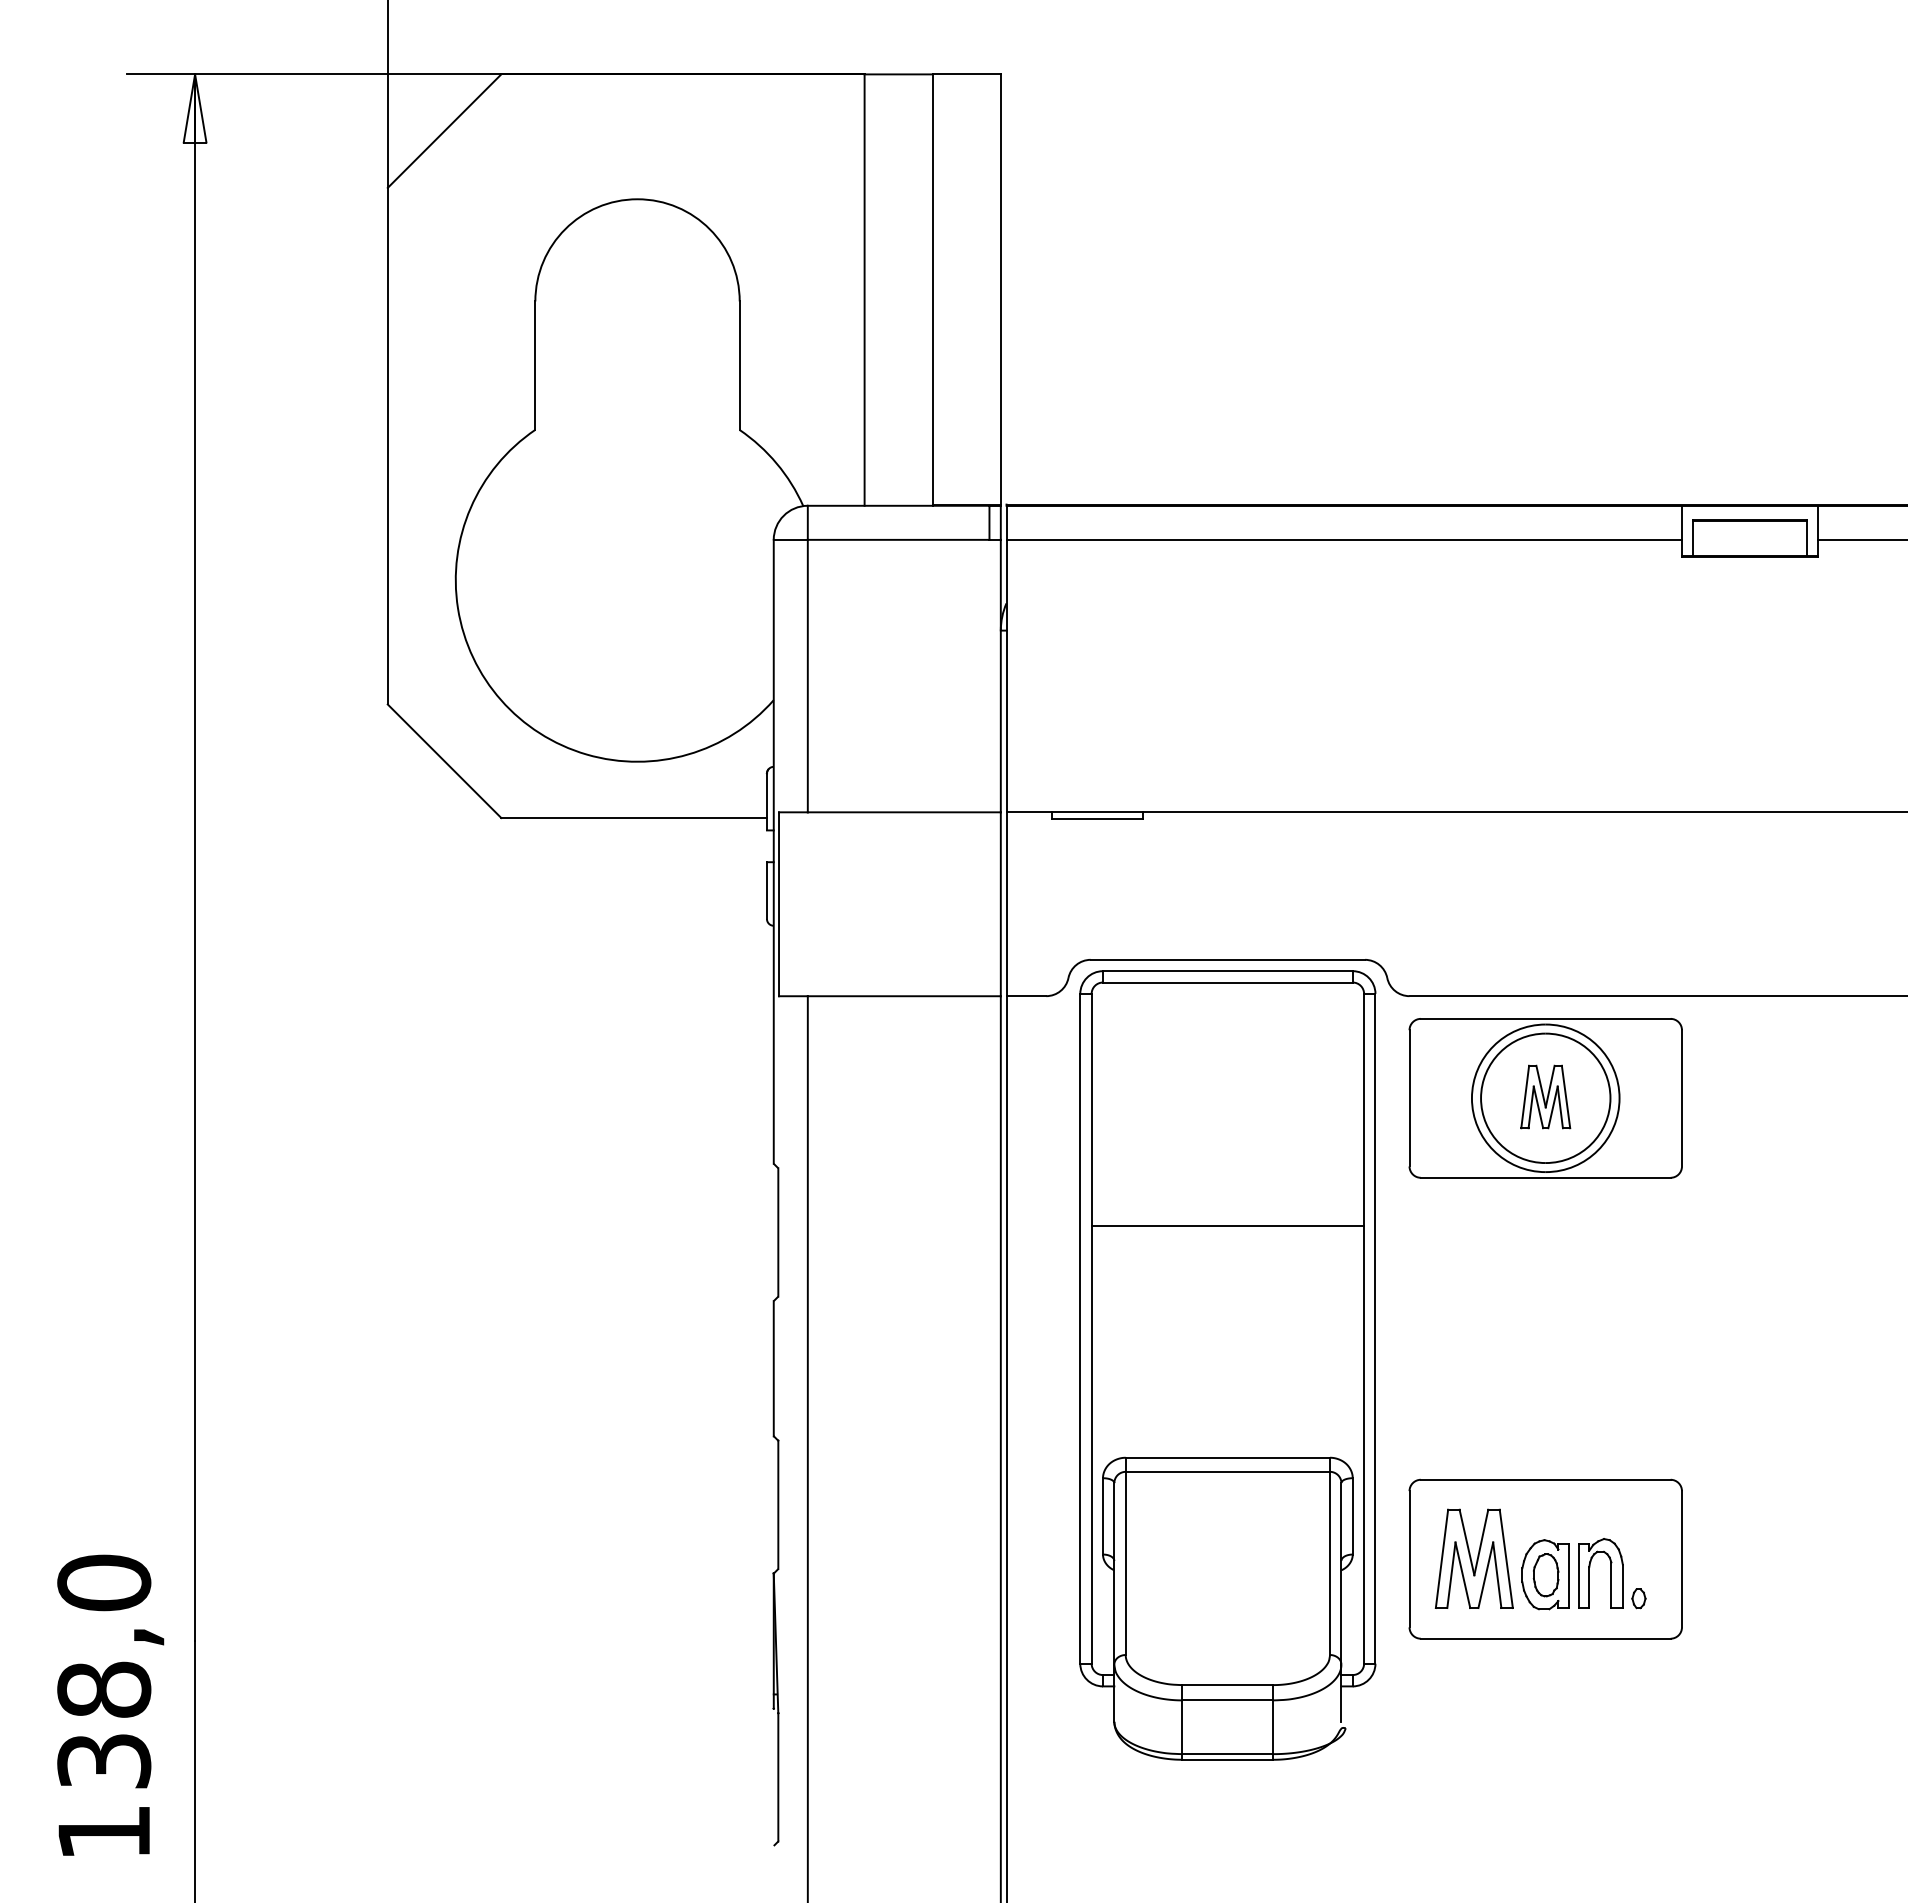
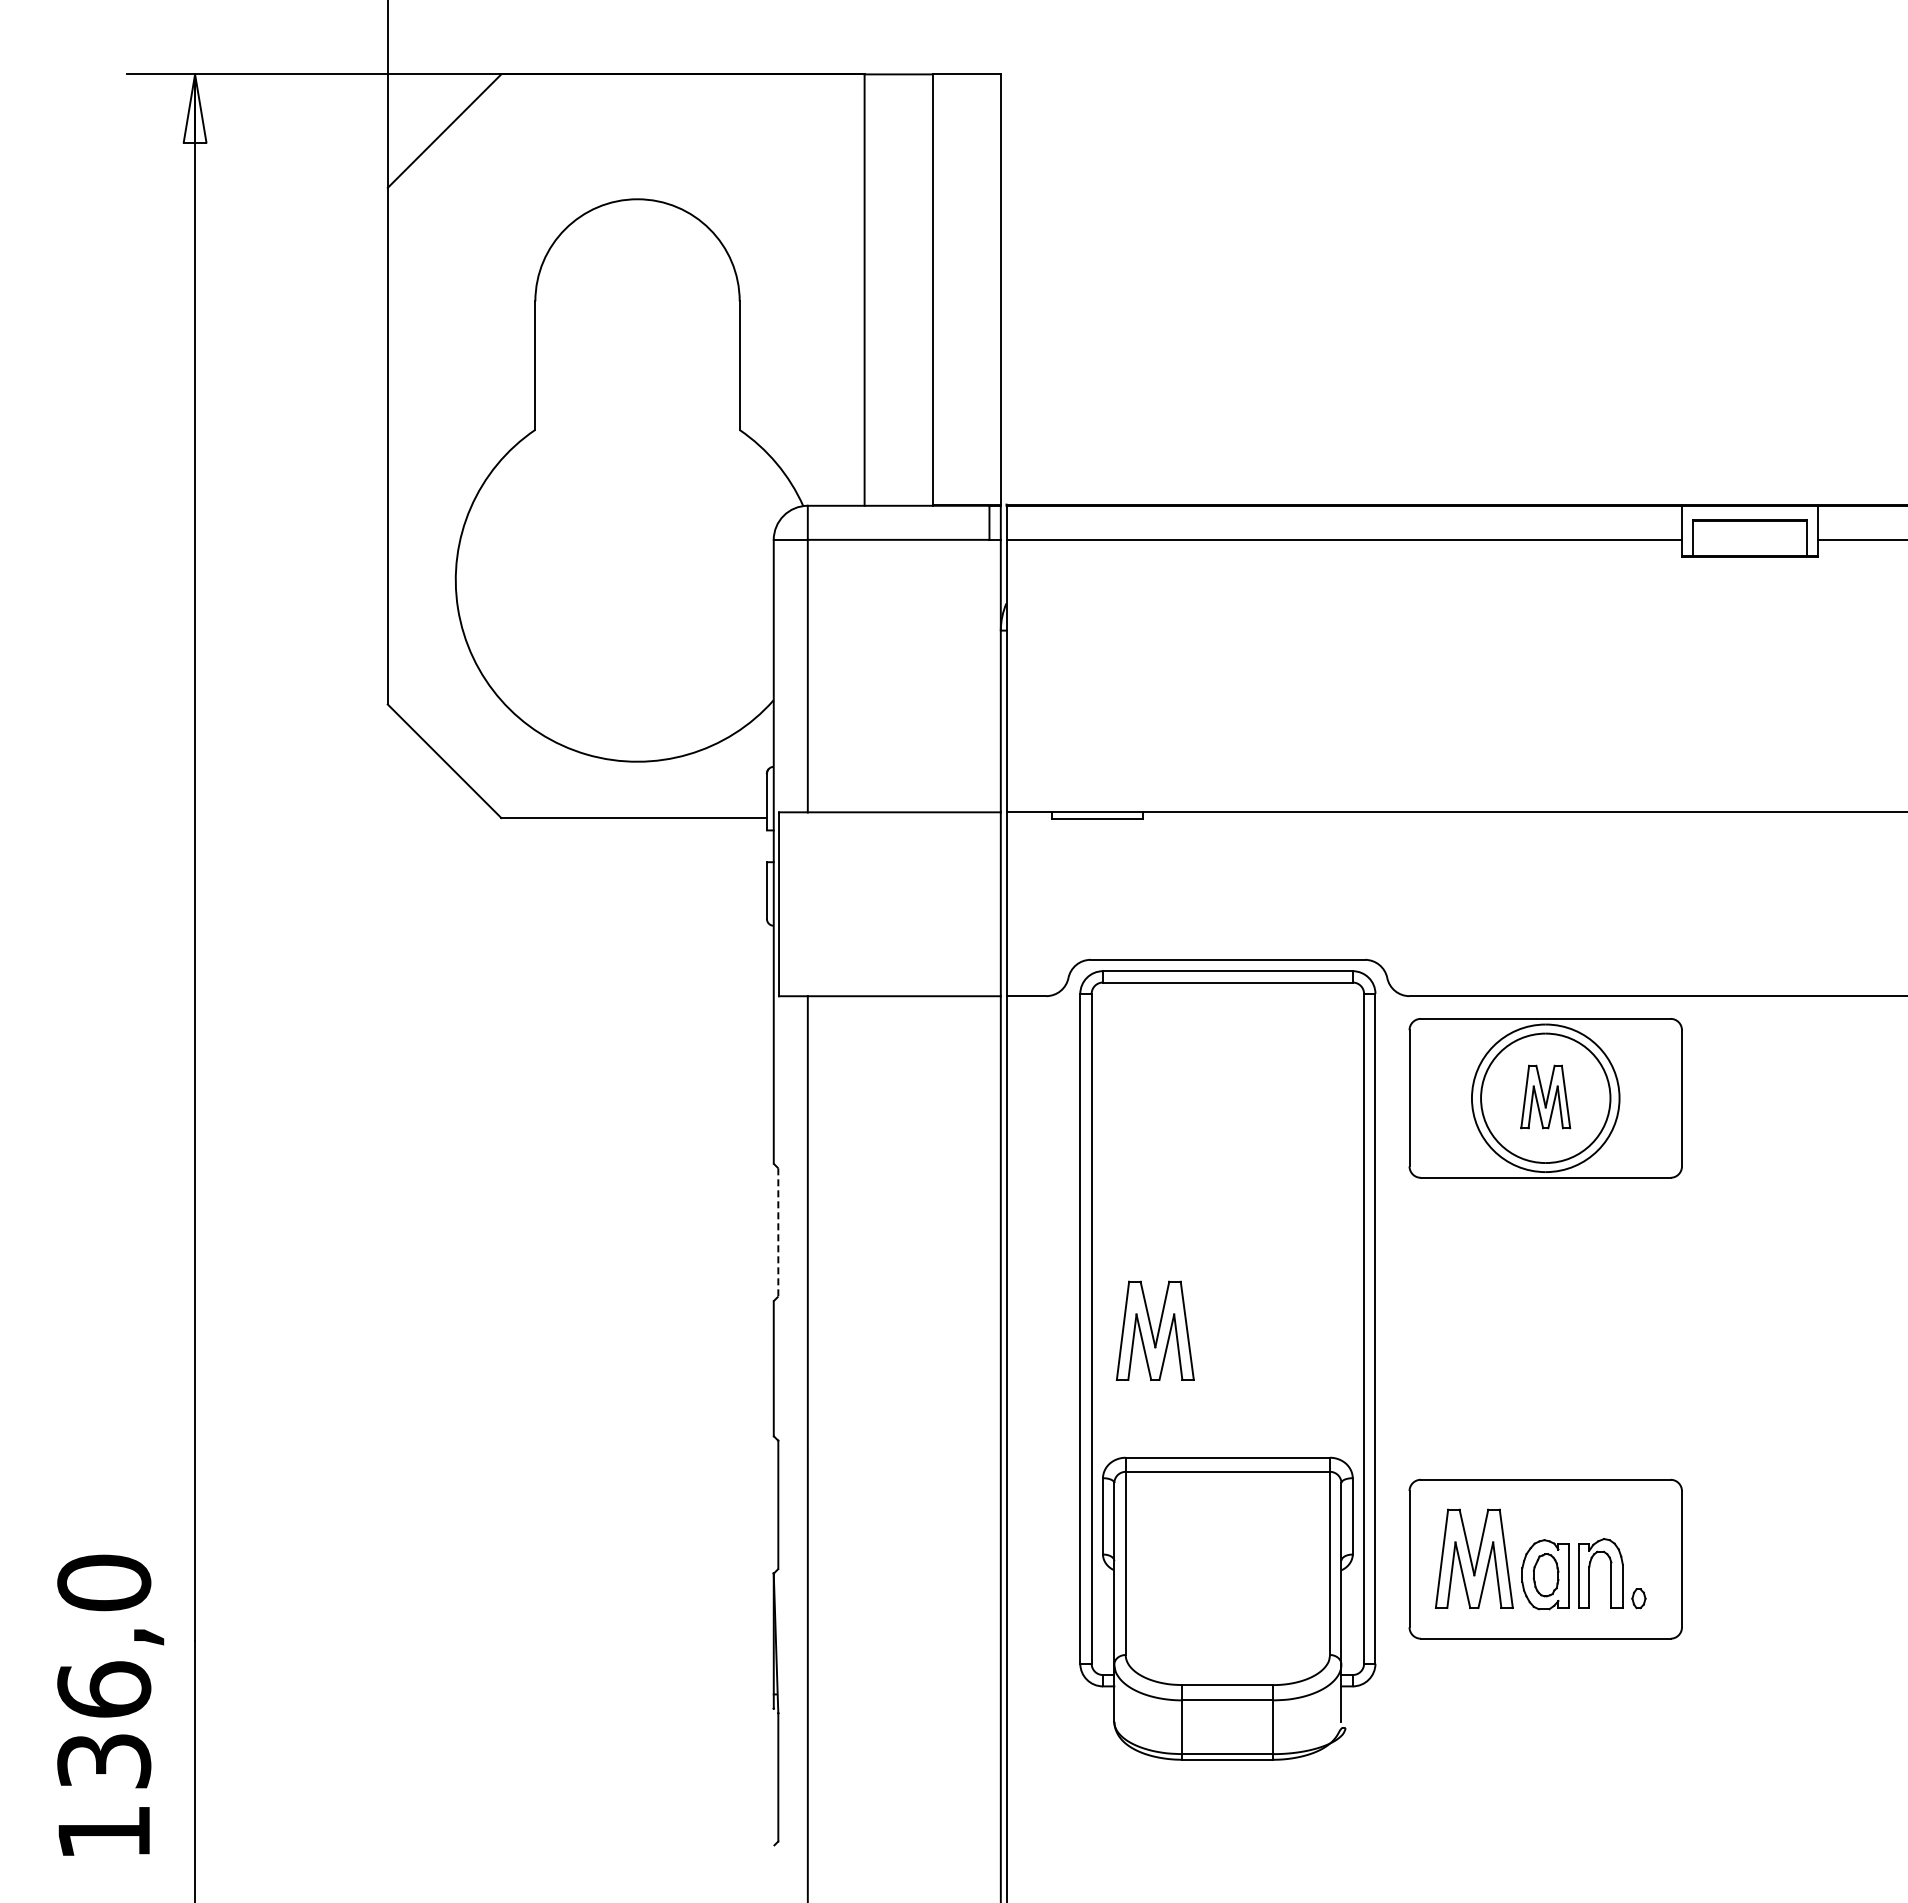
line at (1227, 1225): present -> none
line at (778, 1232): solid -> dashed
part at (1154, 1330): none -> present
text at (104, 1689): 138,0 -> 136,0
